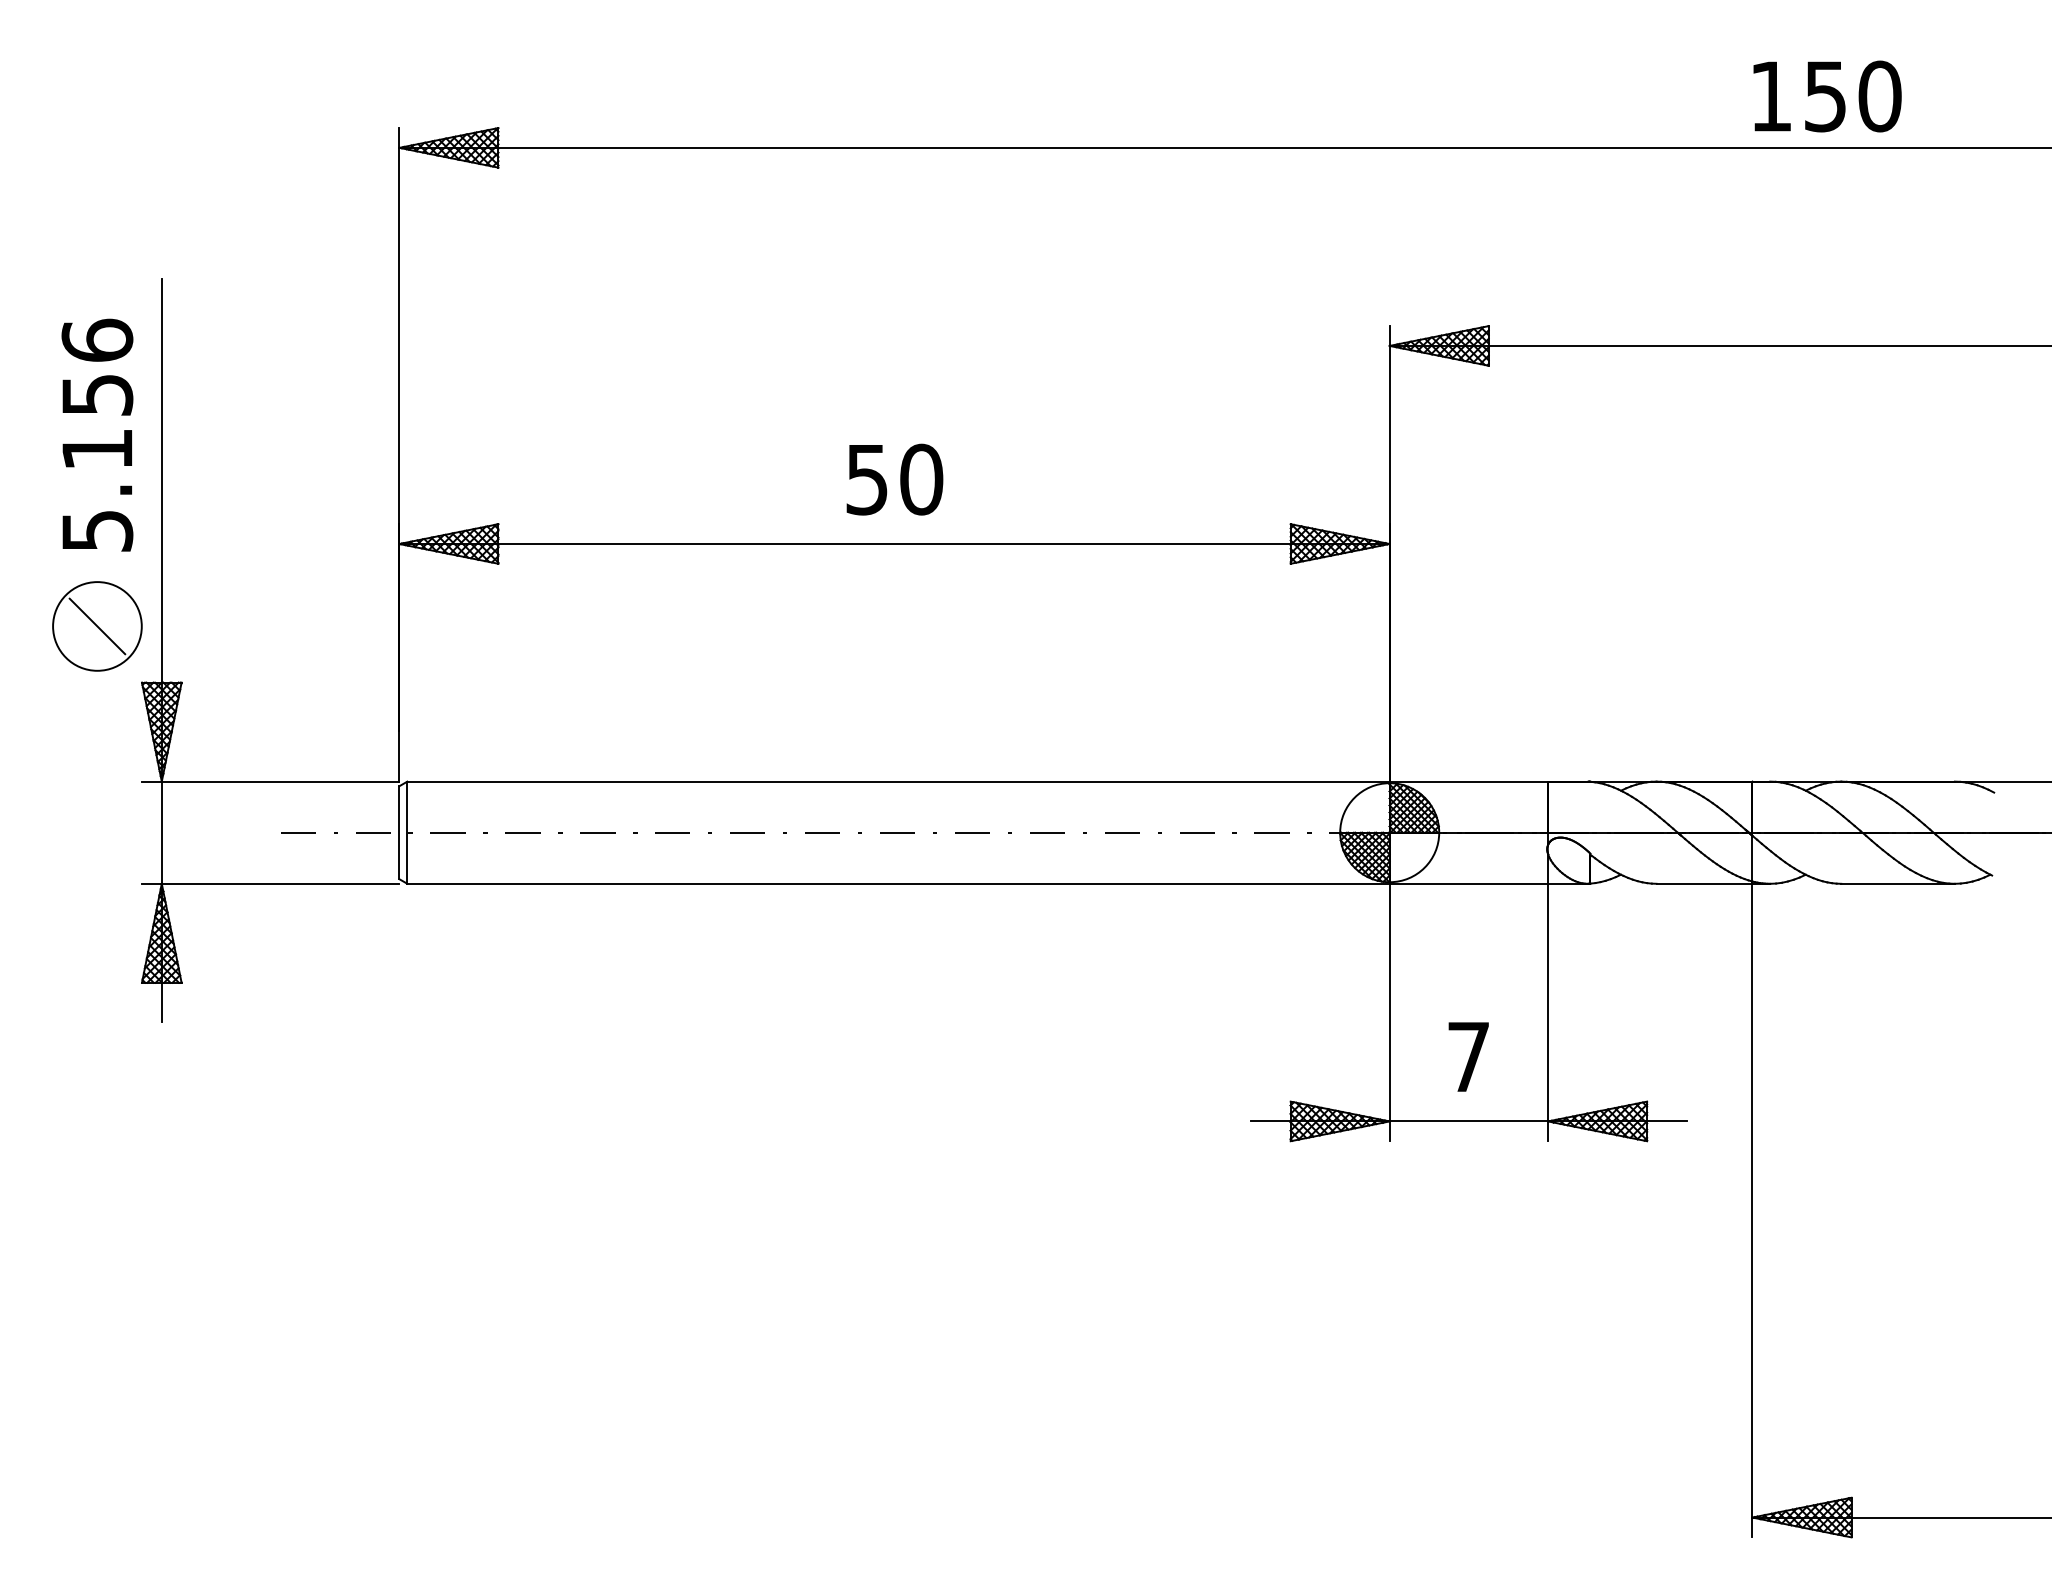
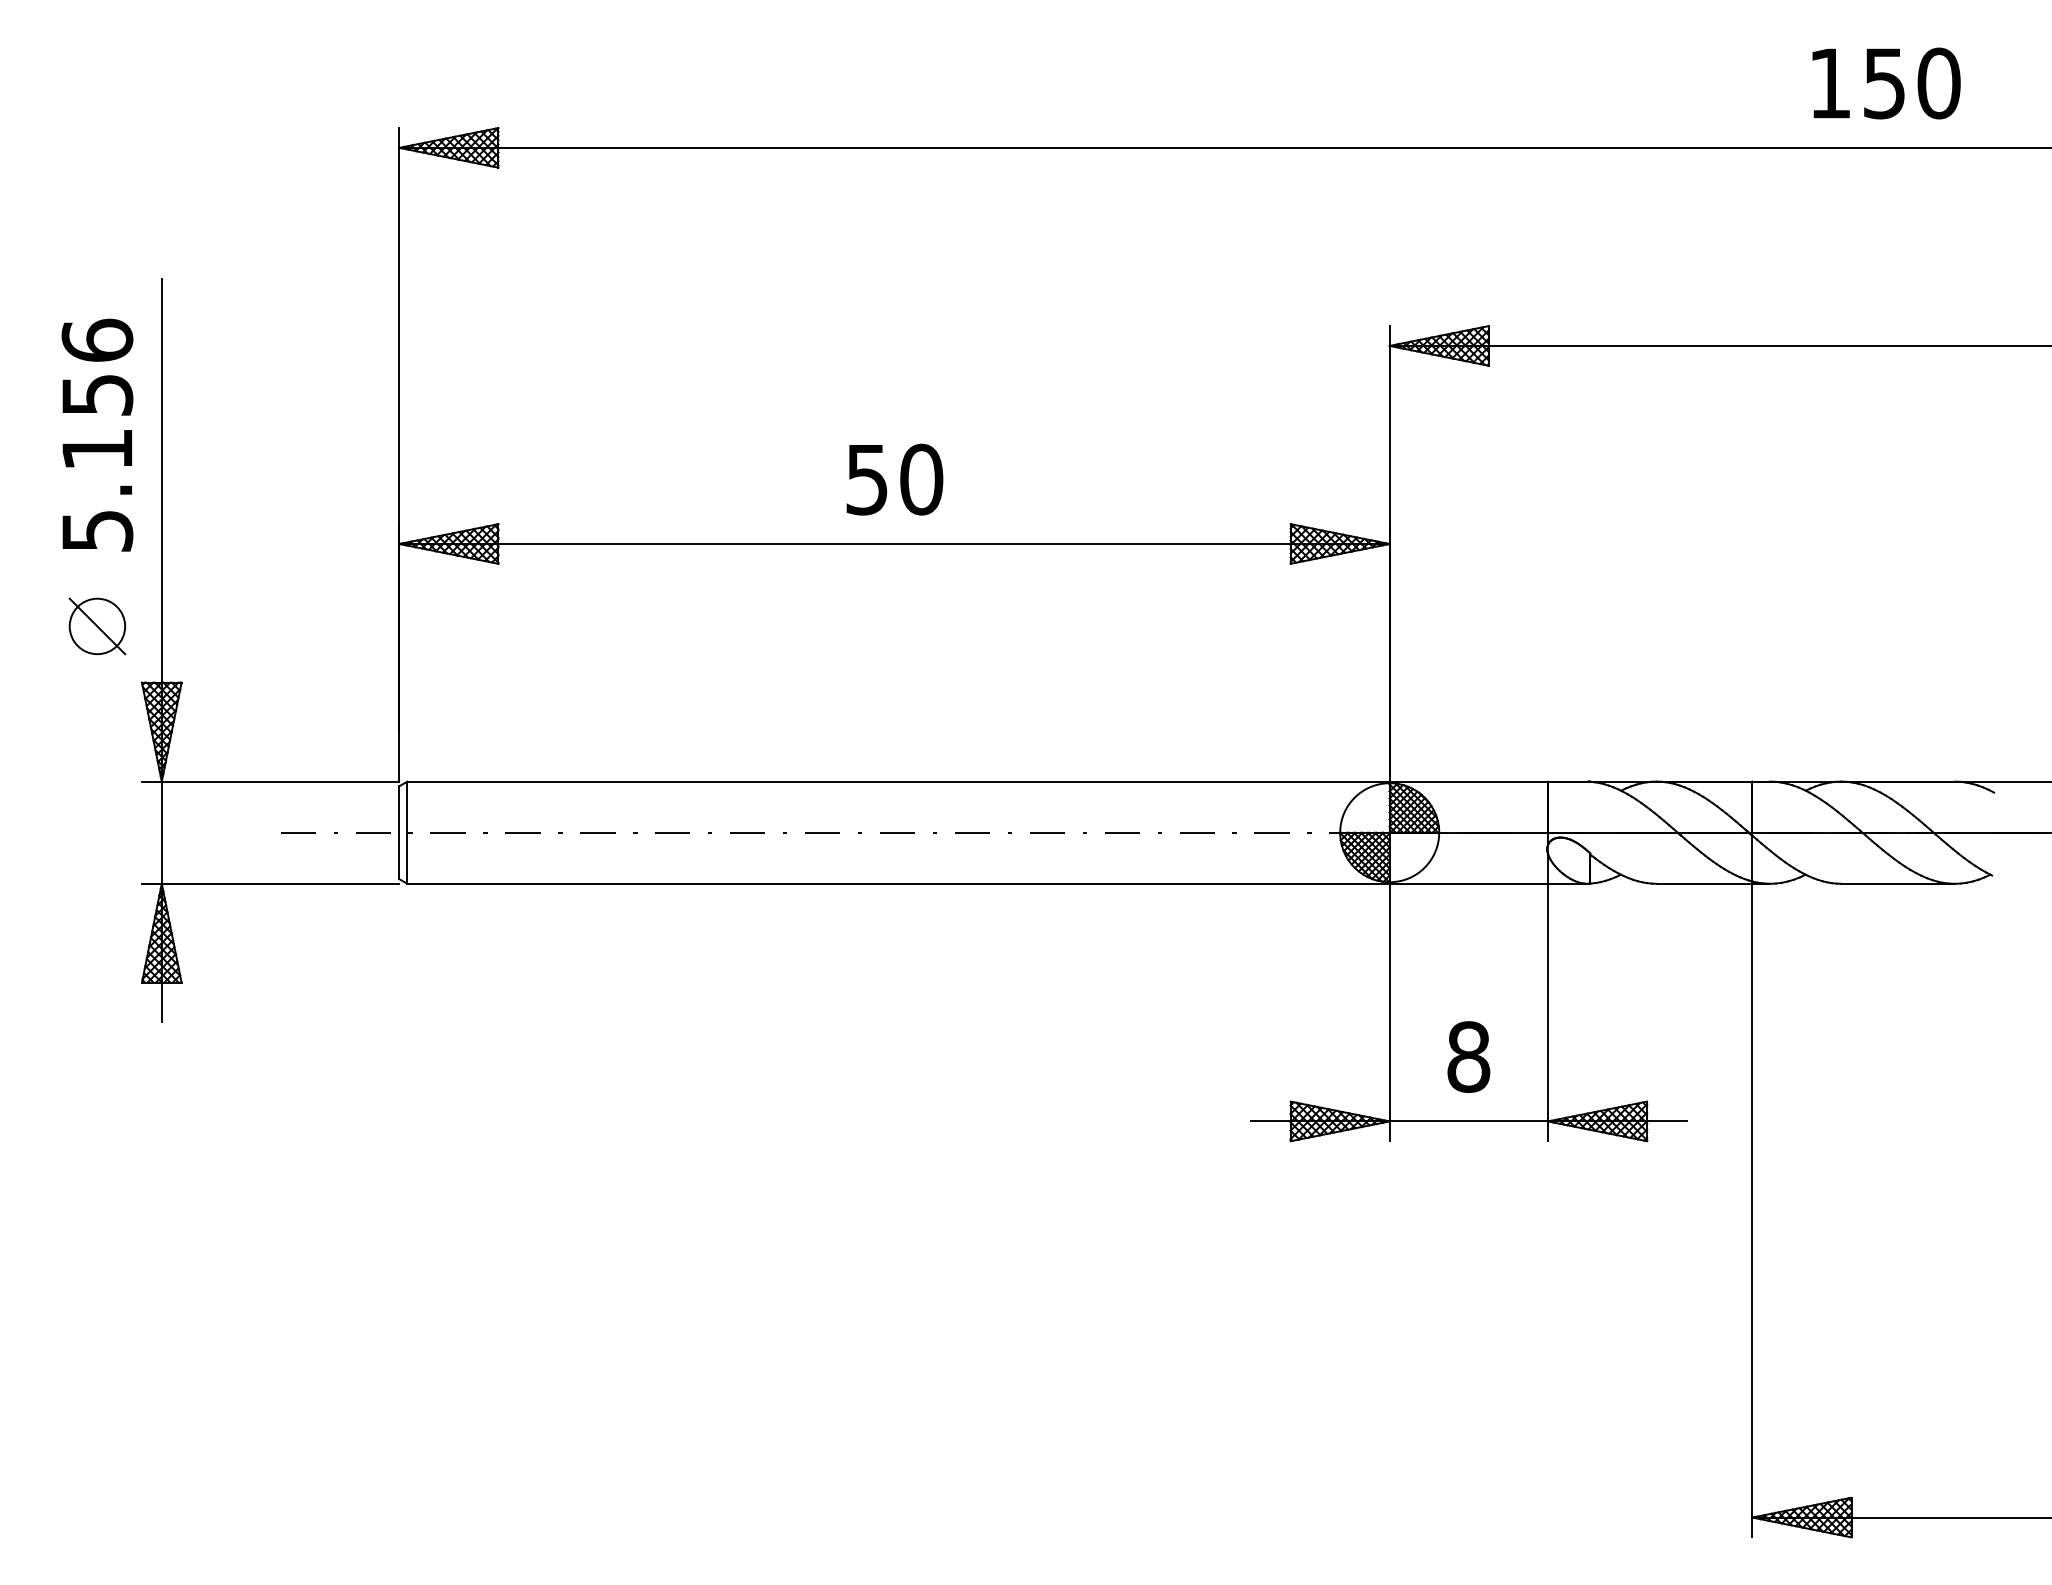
text at (1827, 96) position: (1827, 96) -> (1886, 83)
circle at (97, 626) diameter: 89 px -> 55 px
text at (1468, 1056): 7 -> 8
